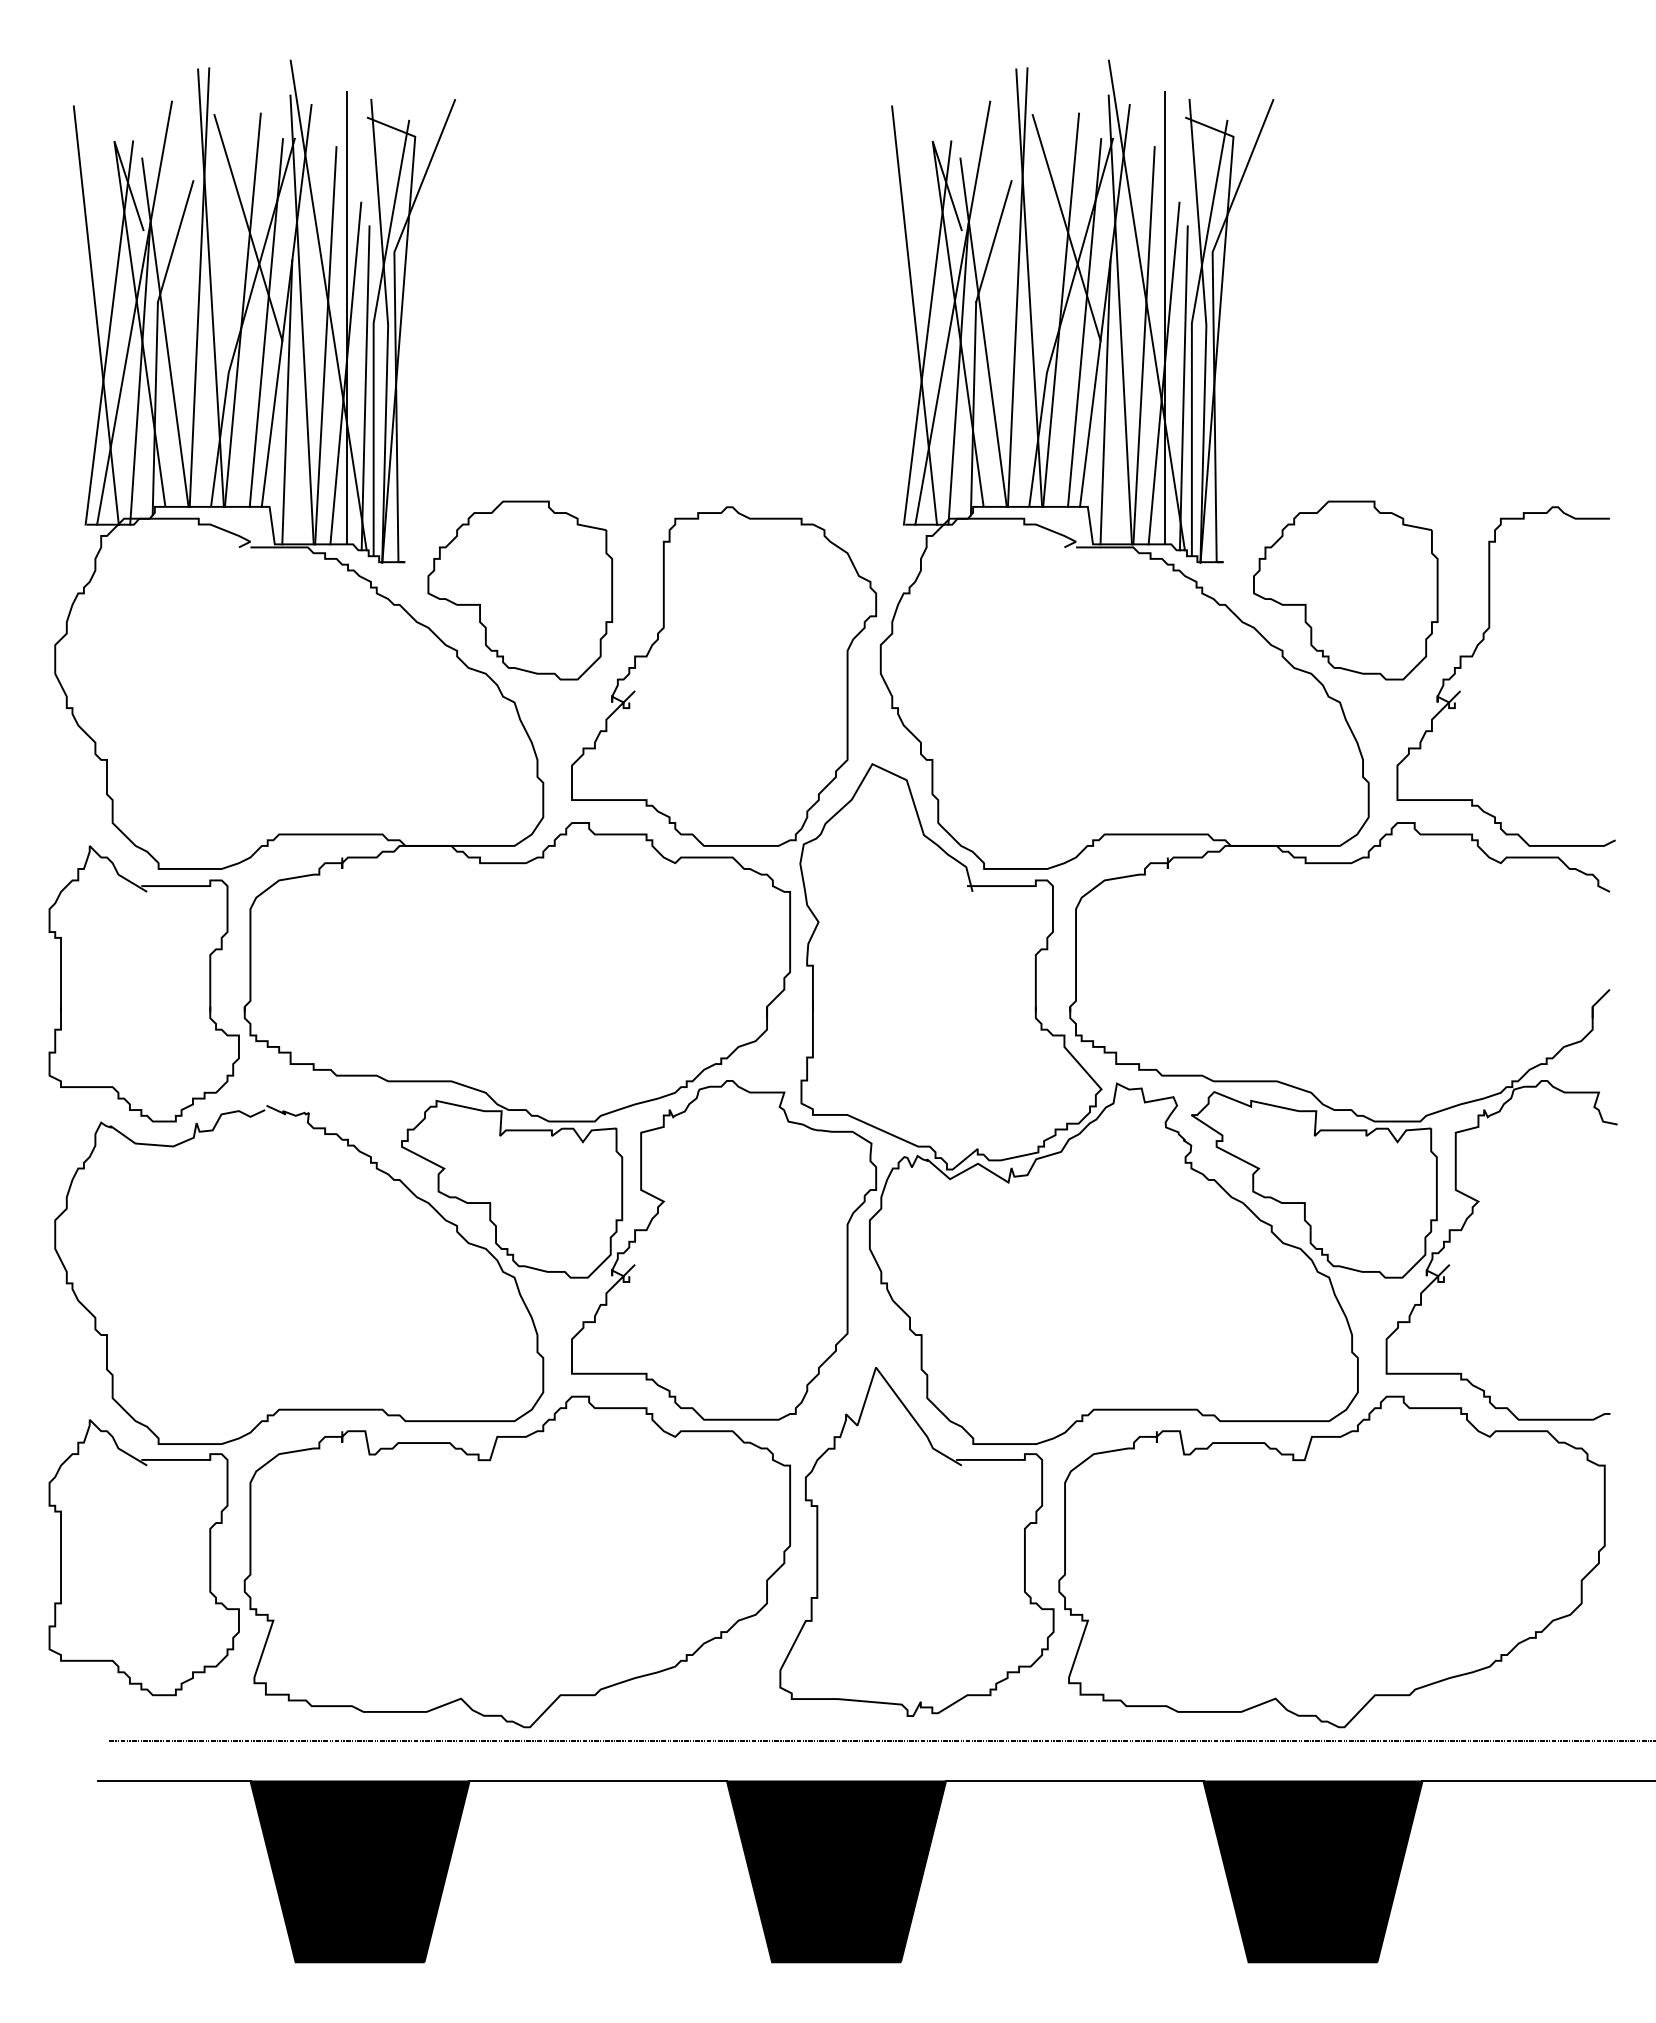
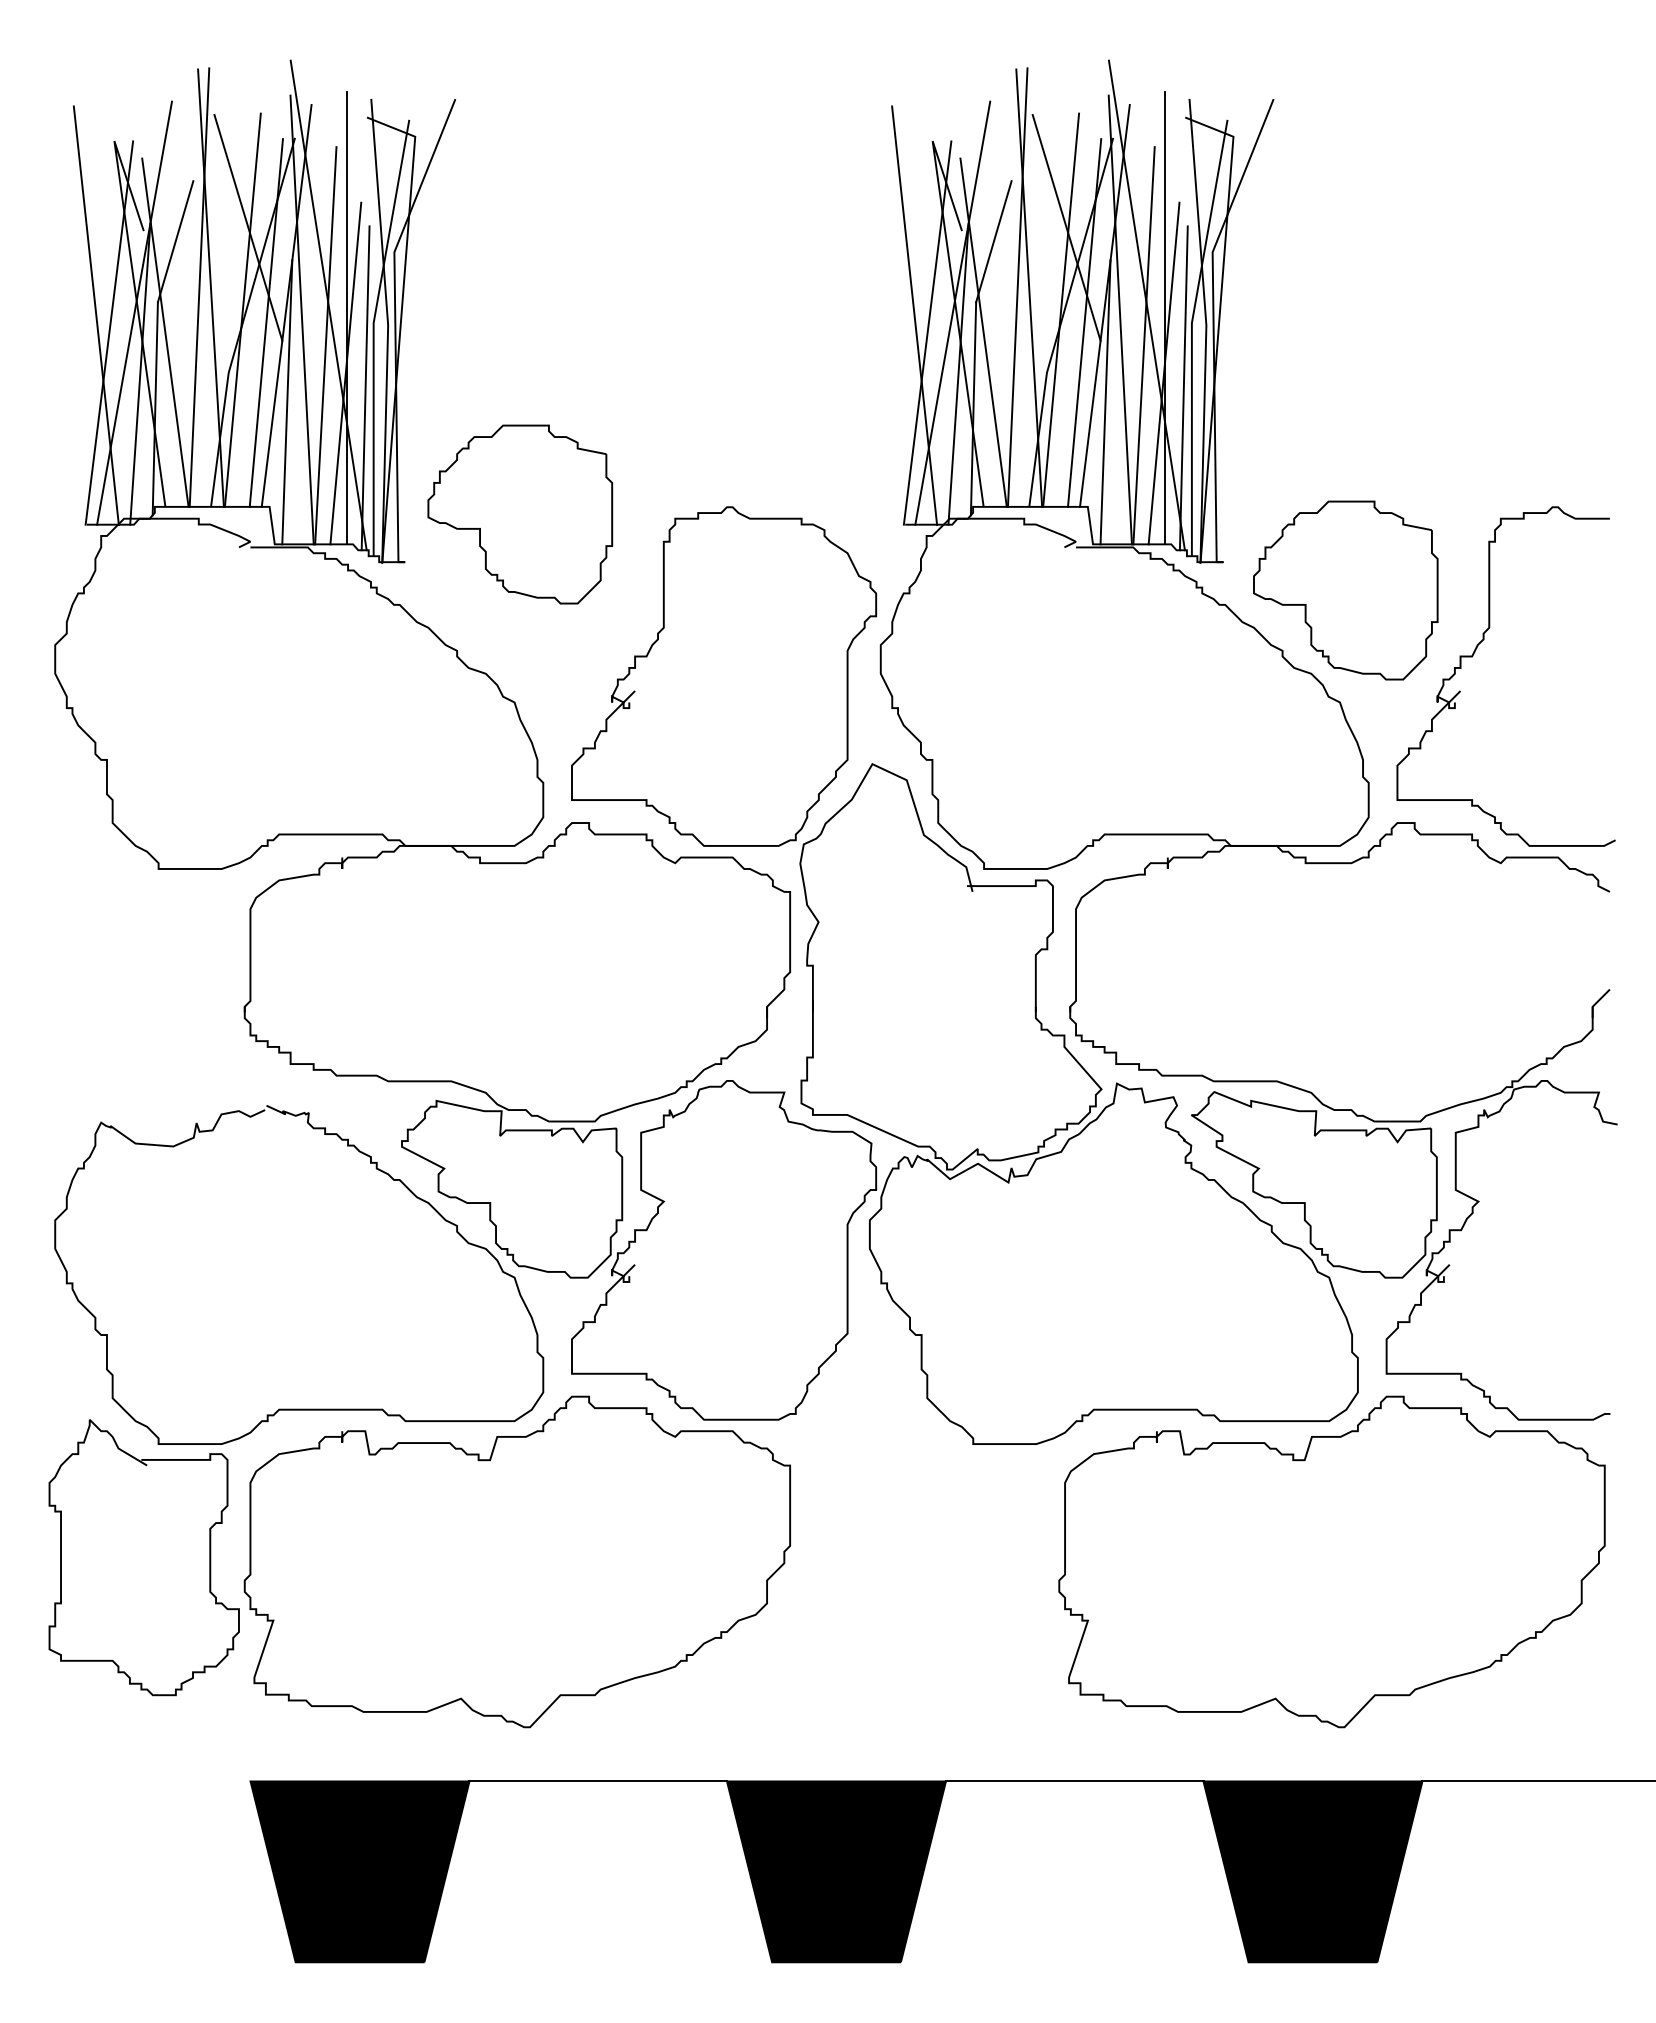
part at (520, 590) position: (520, 590) -> (520, 514)
part at (143, 983): present -> none
curve at (957, 1464): present -> none
line at (880, 1741): present -> none
line at (173, 1781): present -> none
